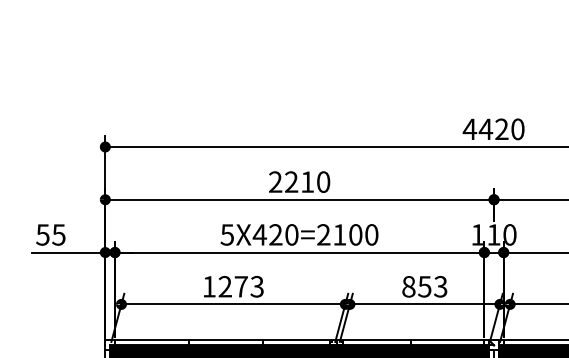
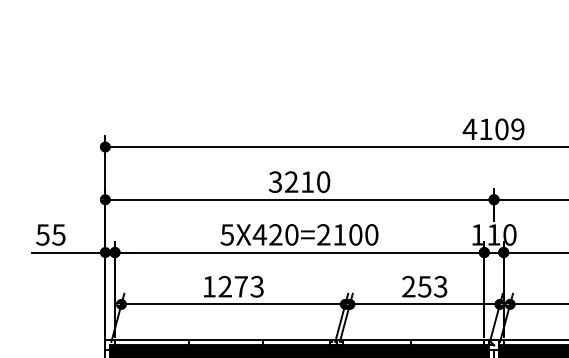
text at (501, 129): 4420 -> 4109
text at (275, 181): 2210 -> 3210
text at (408, 286): 853 -> 253
